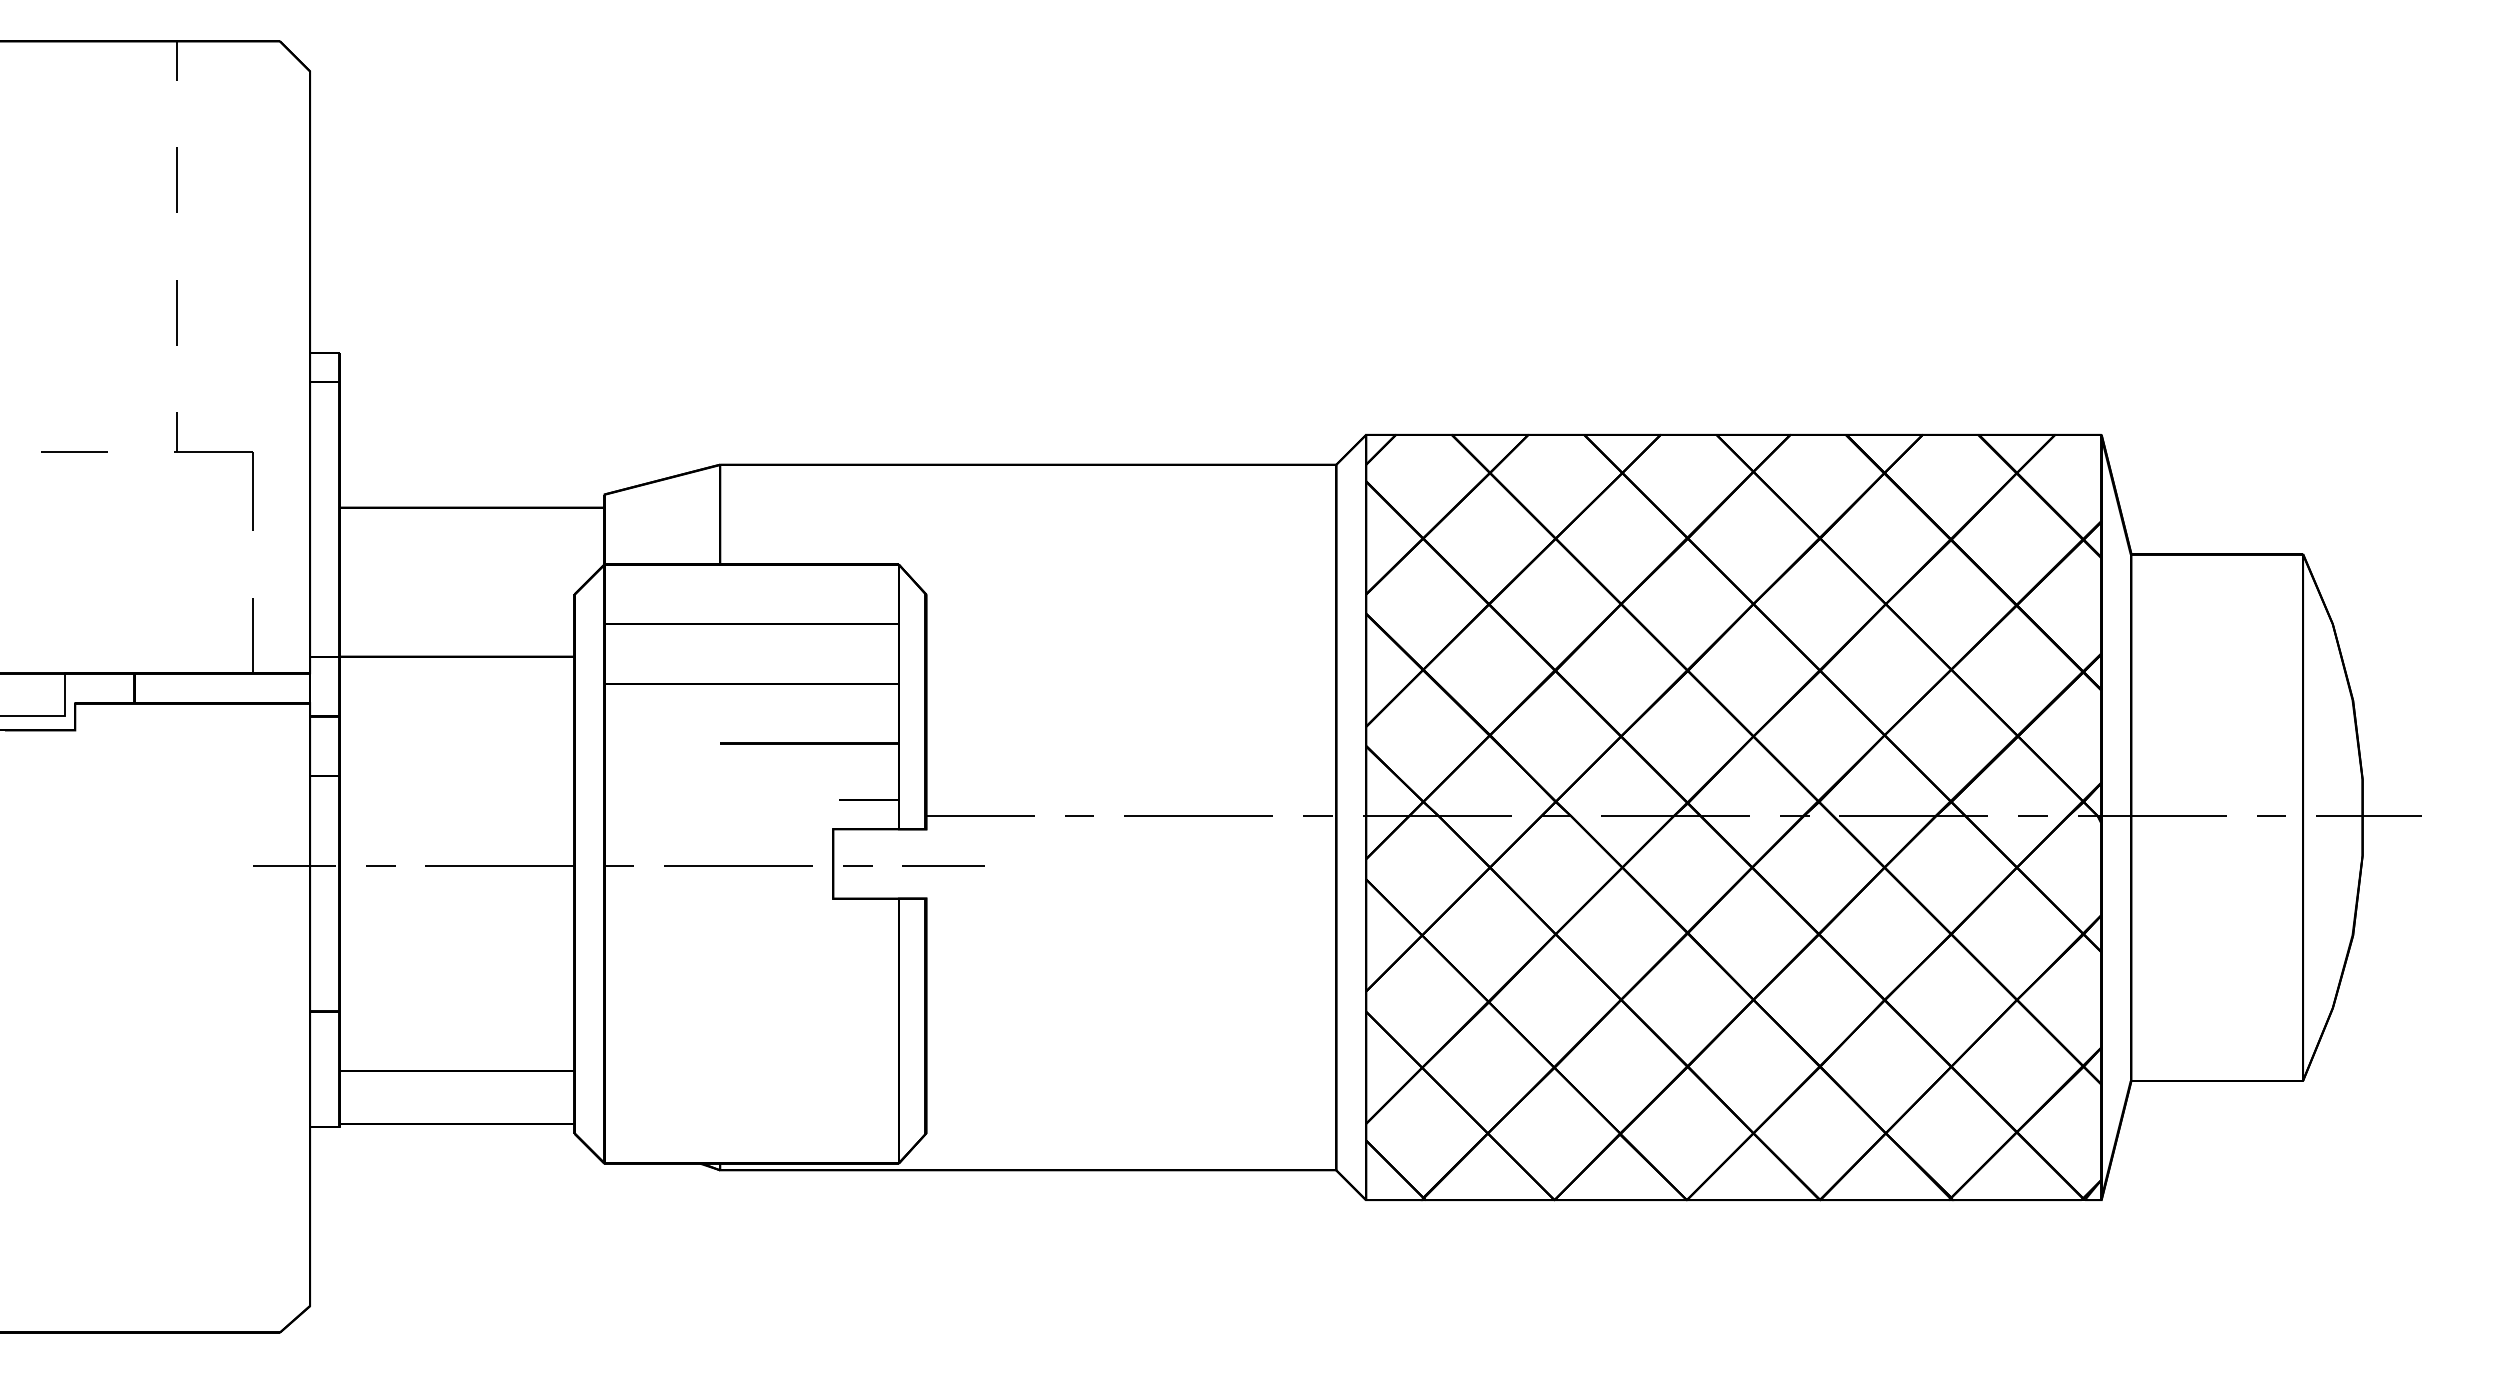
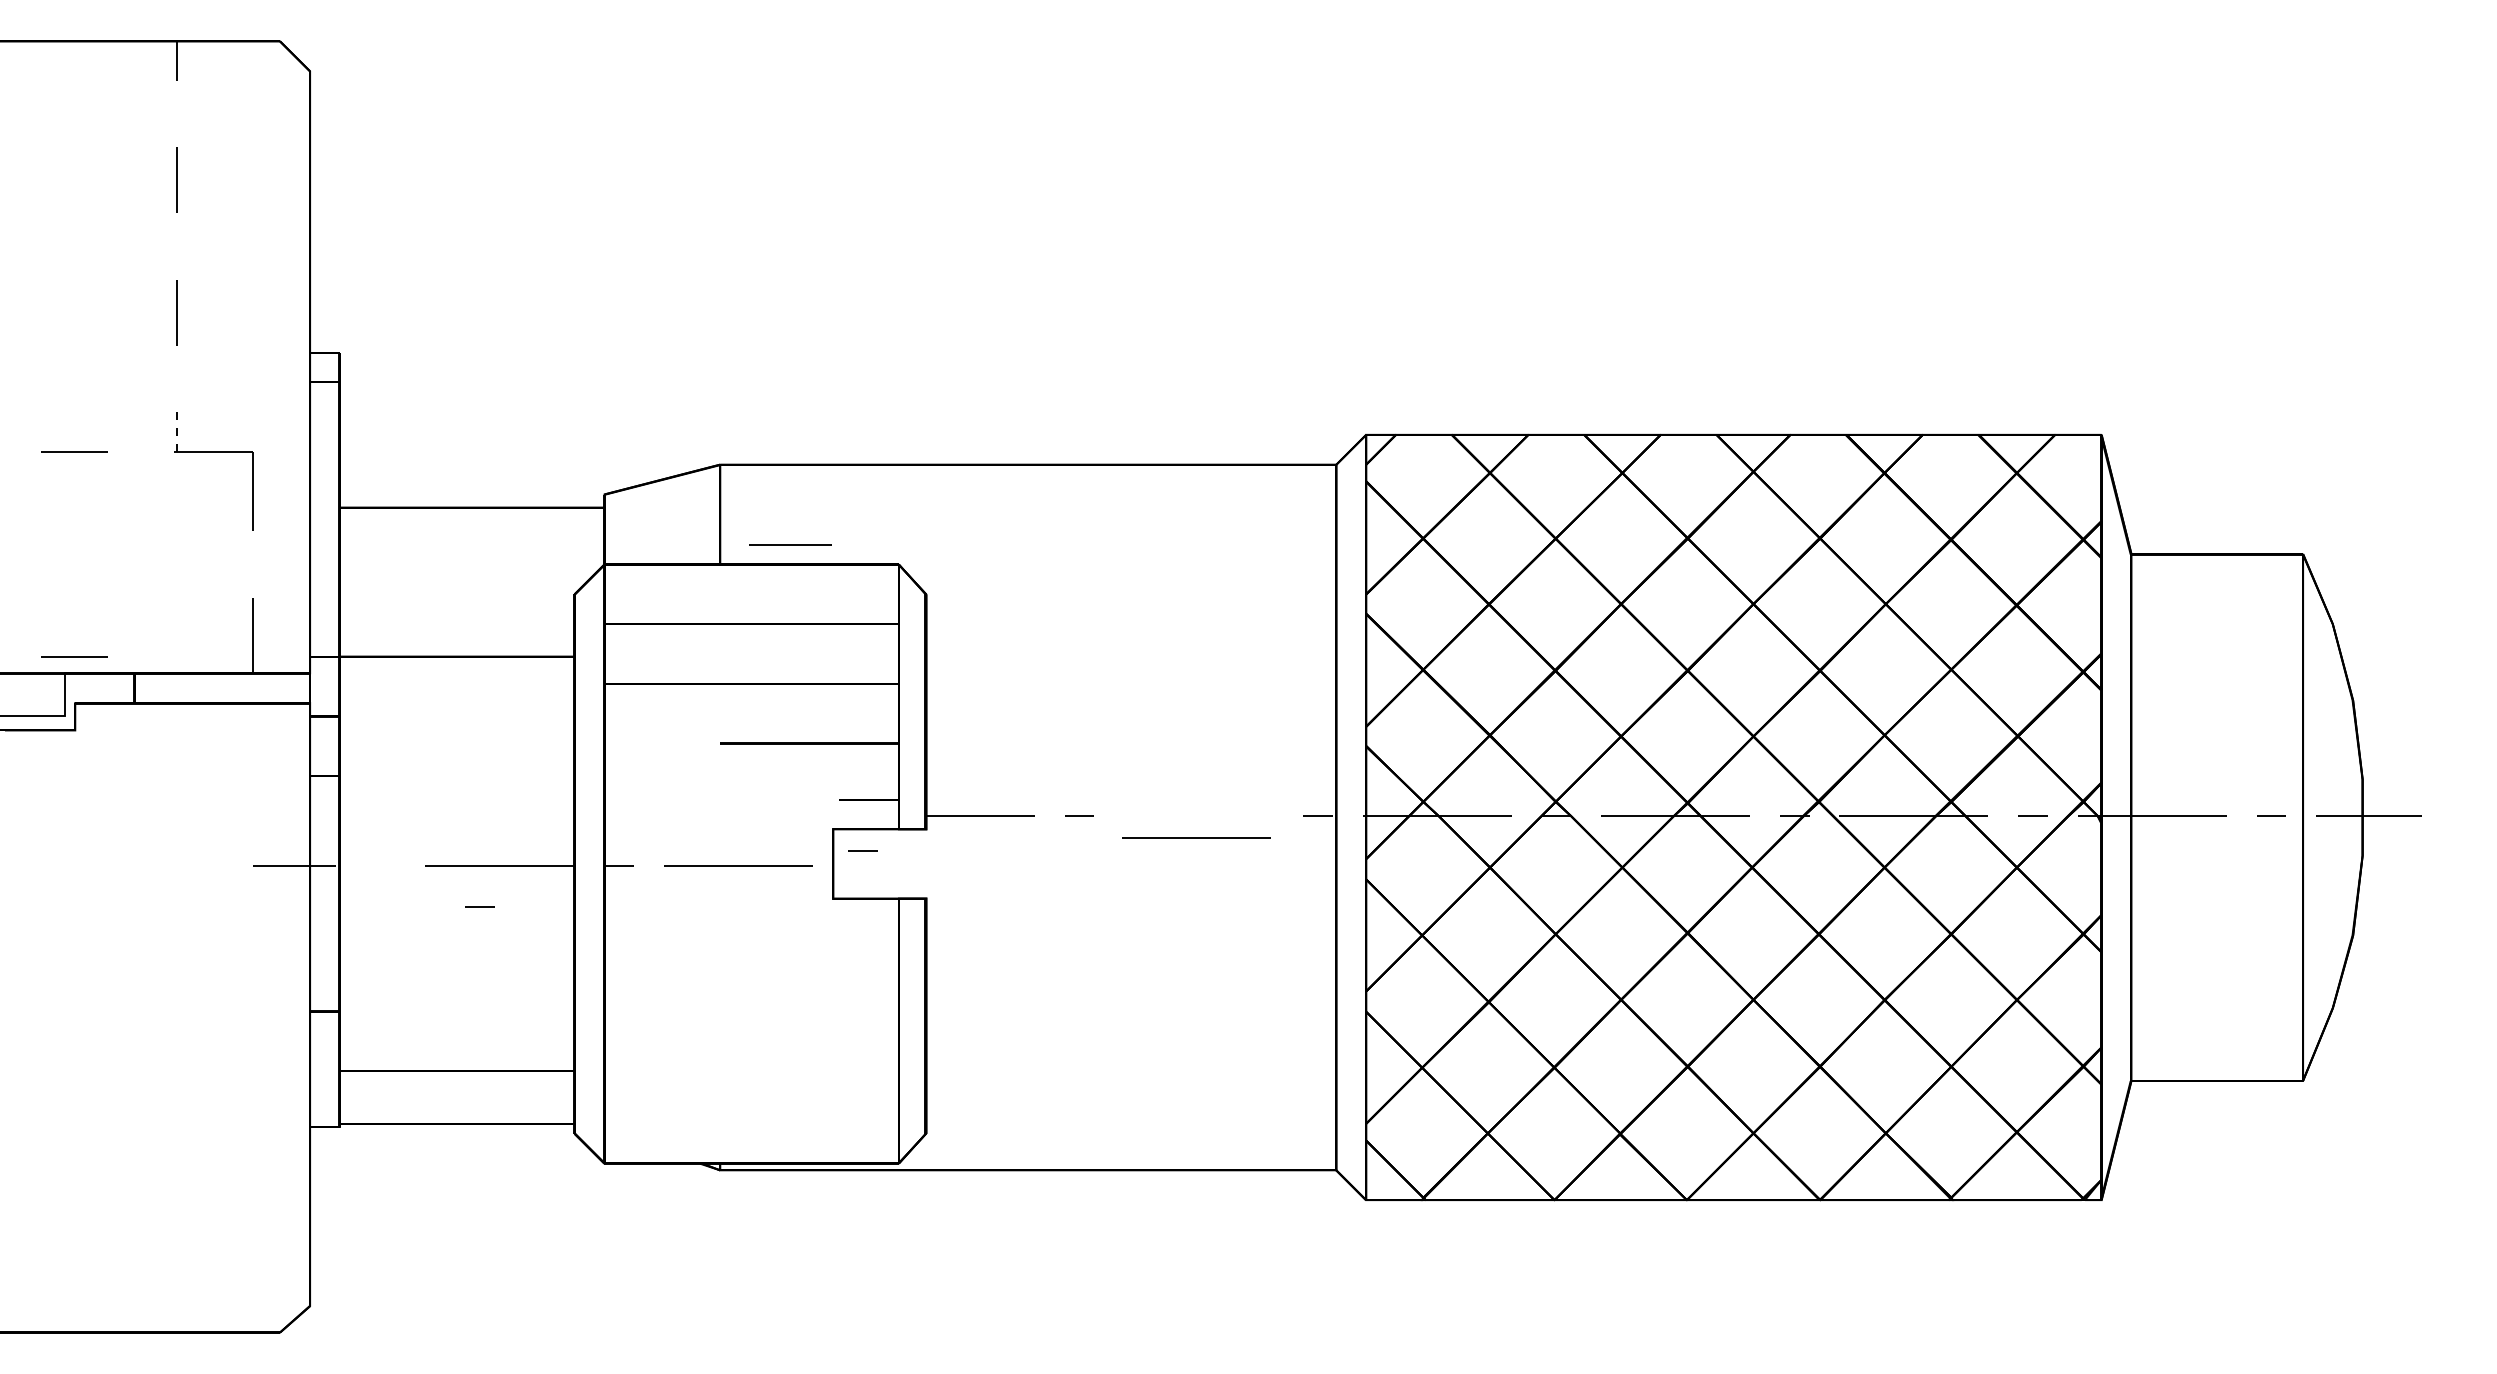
line at (177, 432): solid -> dashed
line at (74, 656): none -> present
line at (1198, 815) position: (1198, 815) -> (1196, 837)
line at (380, 865) position: (380, 865) -> (479, 906)
line at (857, 865) position: (857, 865) -> (862, 850)
line at (943, 865) position: (943, 865) -> (790, 544)
